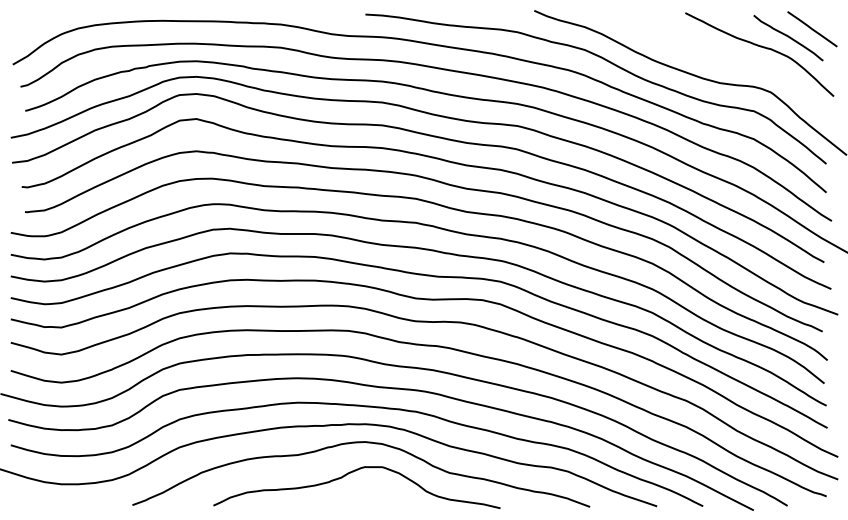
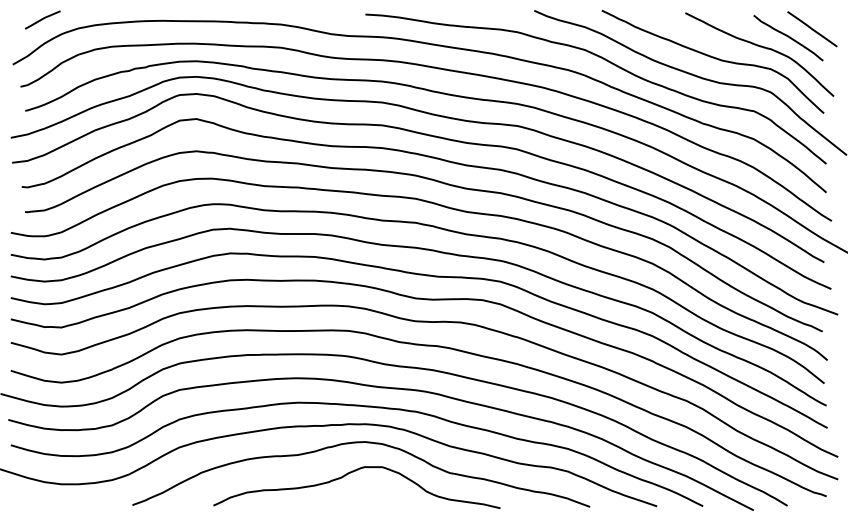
line at (42, 19): none -> present
curve at (712, 58): none -> present
